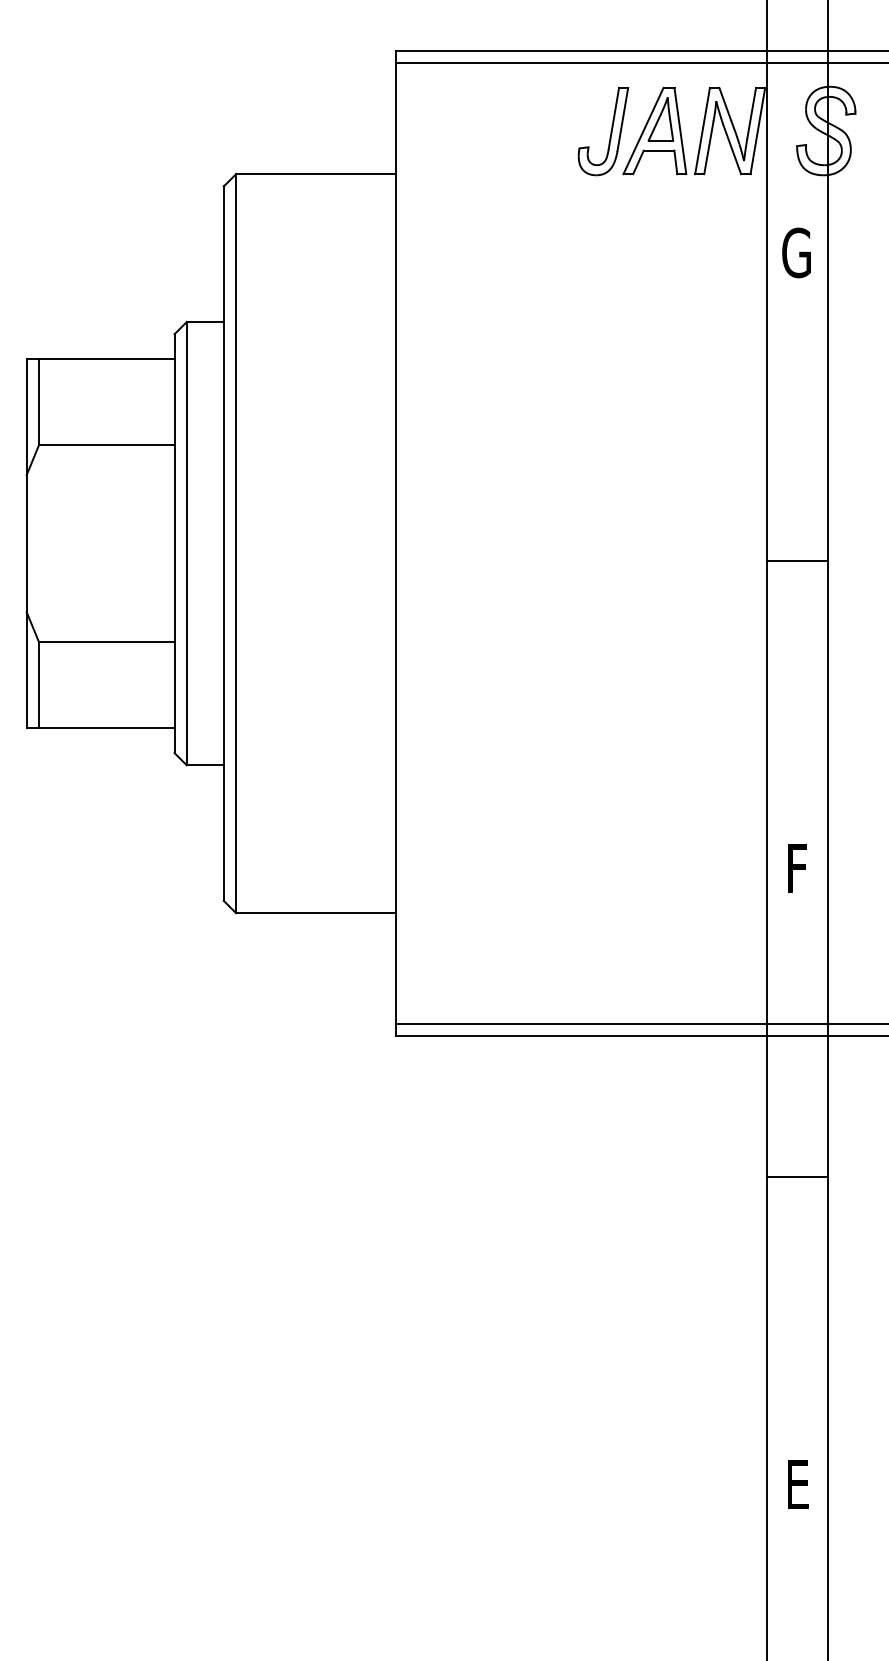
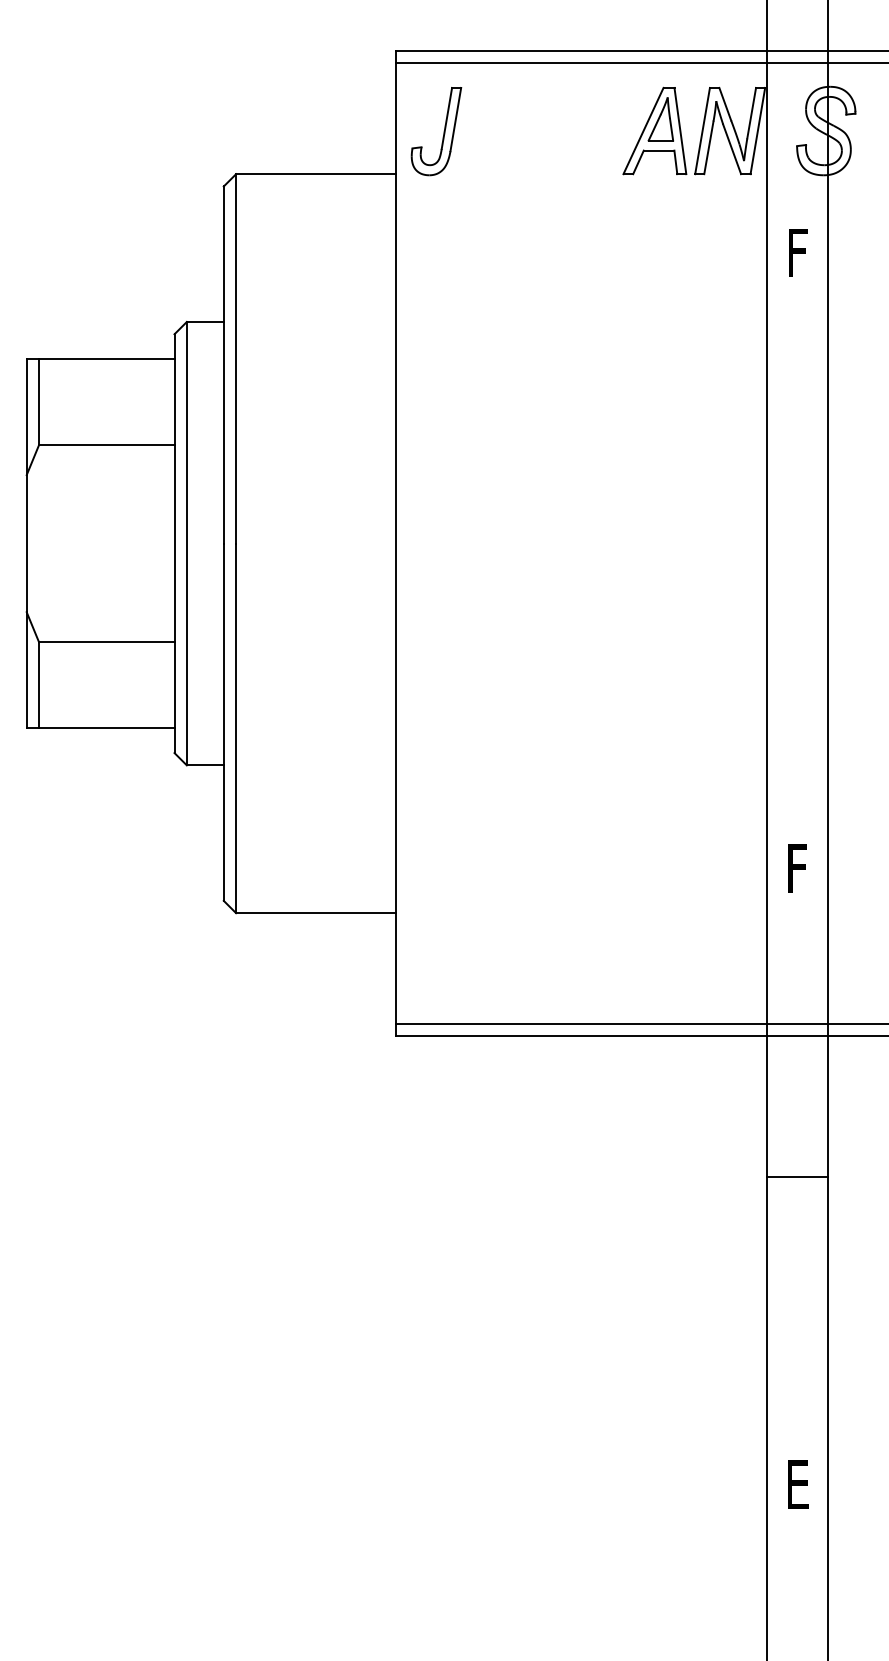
part at (610, 131) position: (610, 131) -> (443, 131)
text at (796, 252): G -> F
line at (797, 560): present -> none
